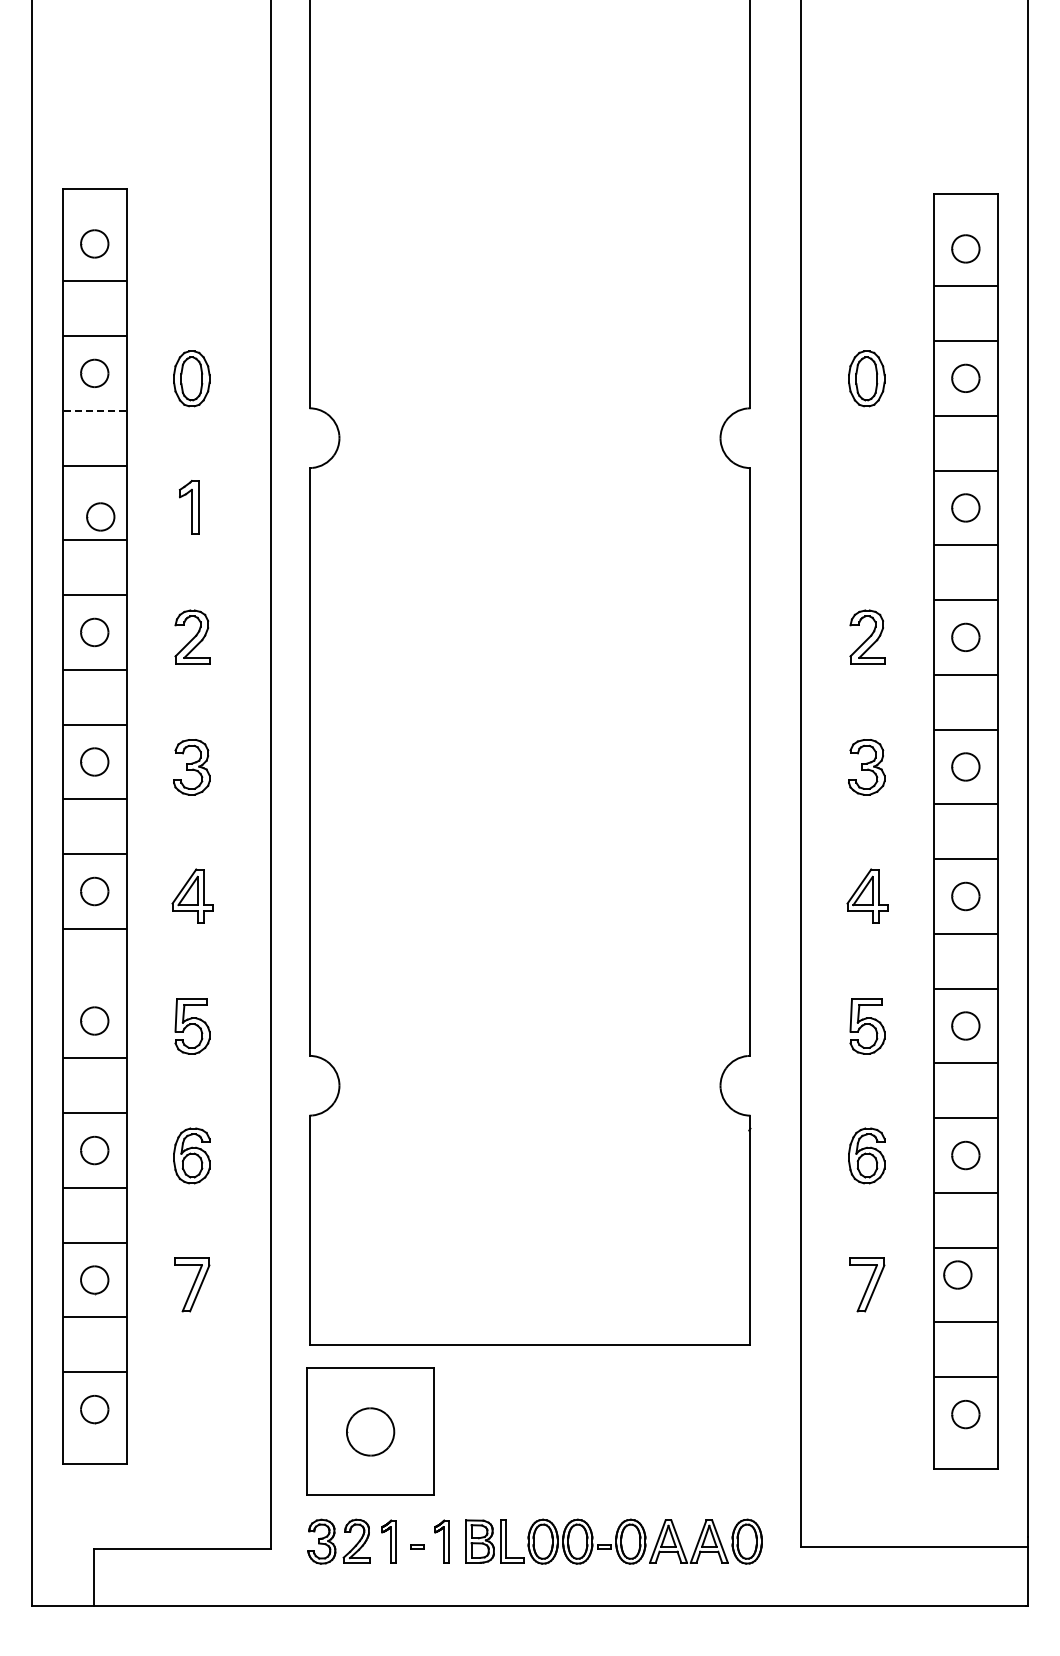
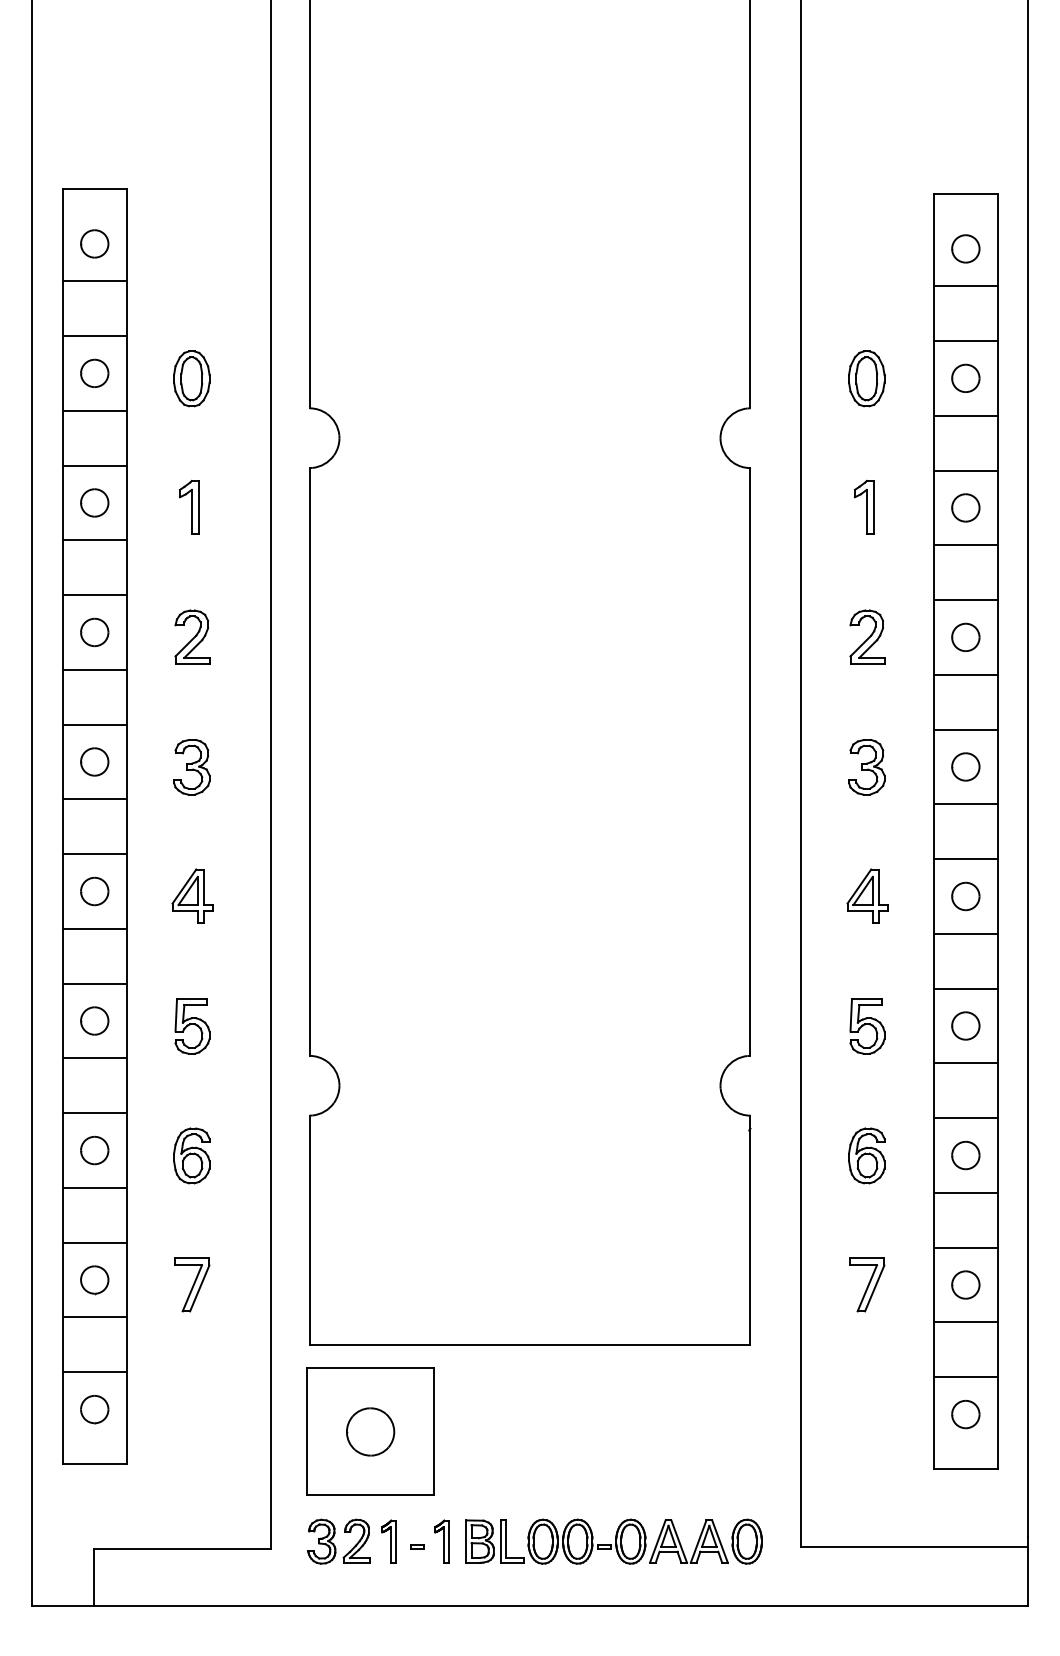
line at (95, 410): dashed -> solid
part at (863, 506): none -> present
part at (100, 516) position: (100, 516) -> (94, 502)
line at (94, 983): none -> present
part at (957, 1274) position: (957, 1274) -> (965, 1284)
